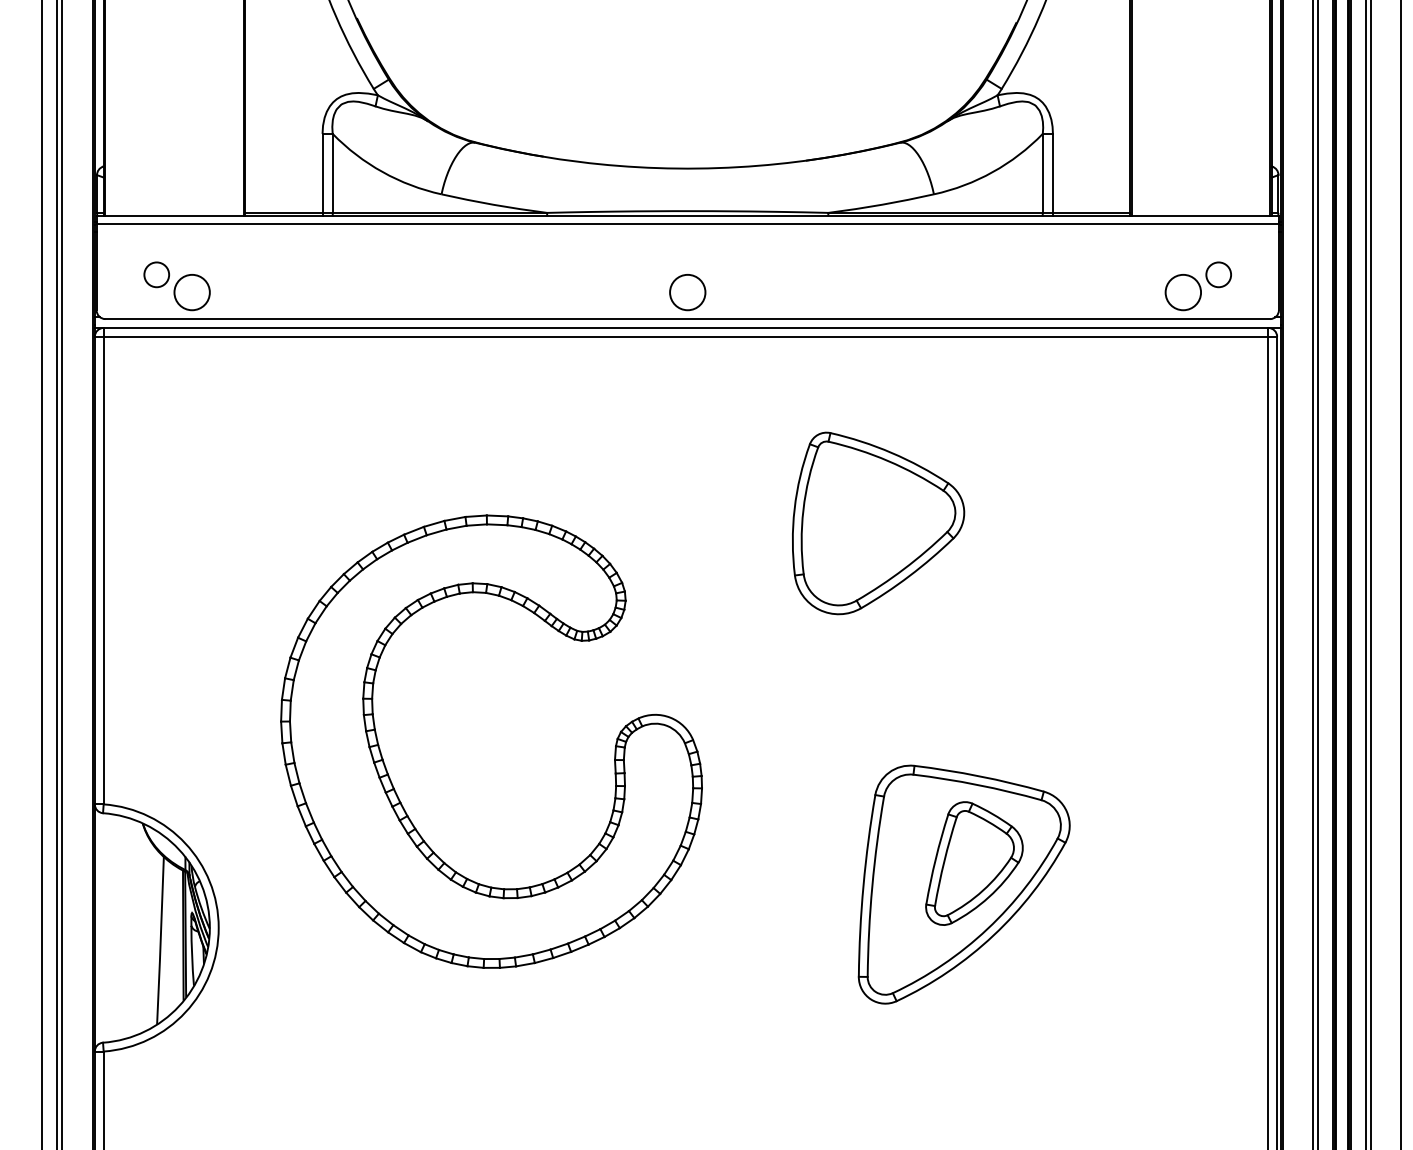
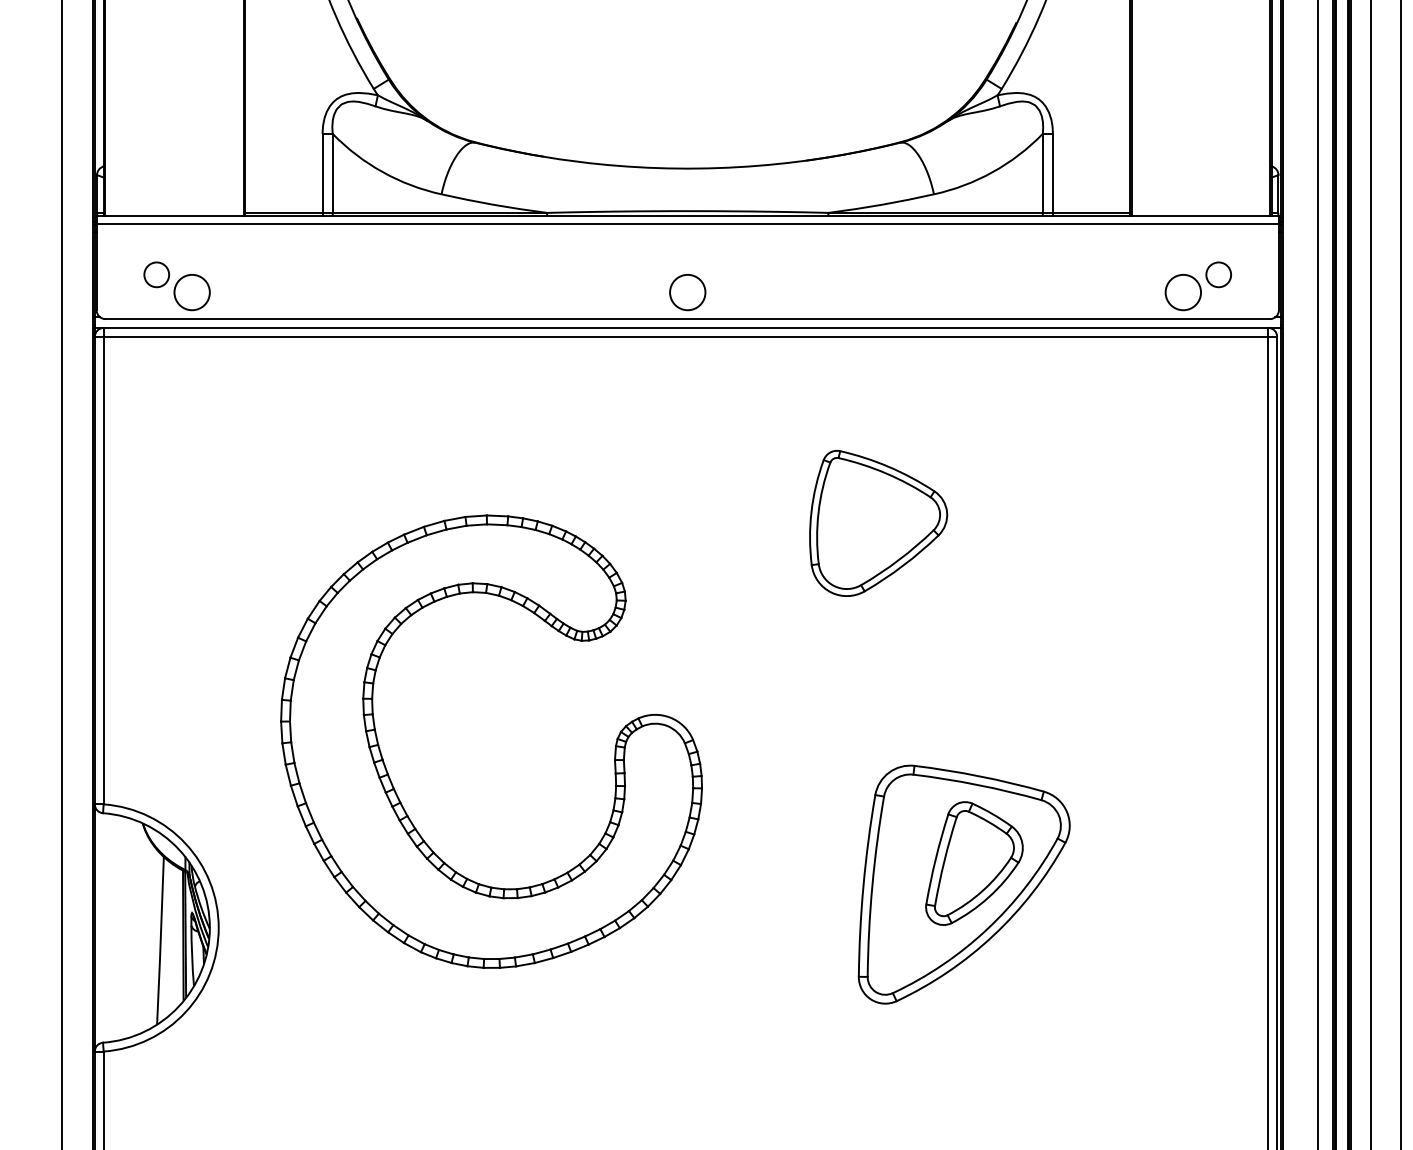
part at (878, 523) size: 174x185 px -> 140x148 px
line at (42, 574): present -> none
line at (57, 574): present -> none
line at (1313, 574): present -> none
line at (1365, 574): present -> none
